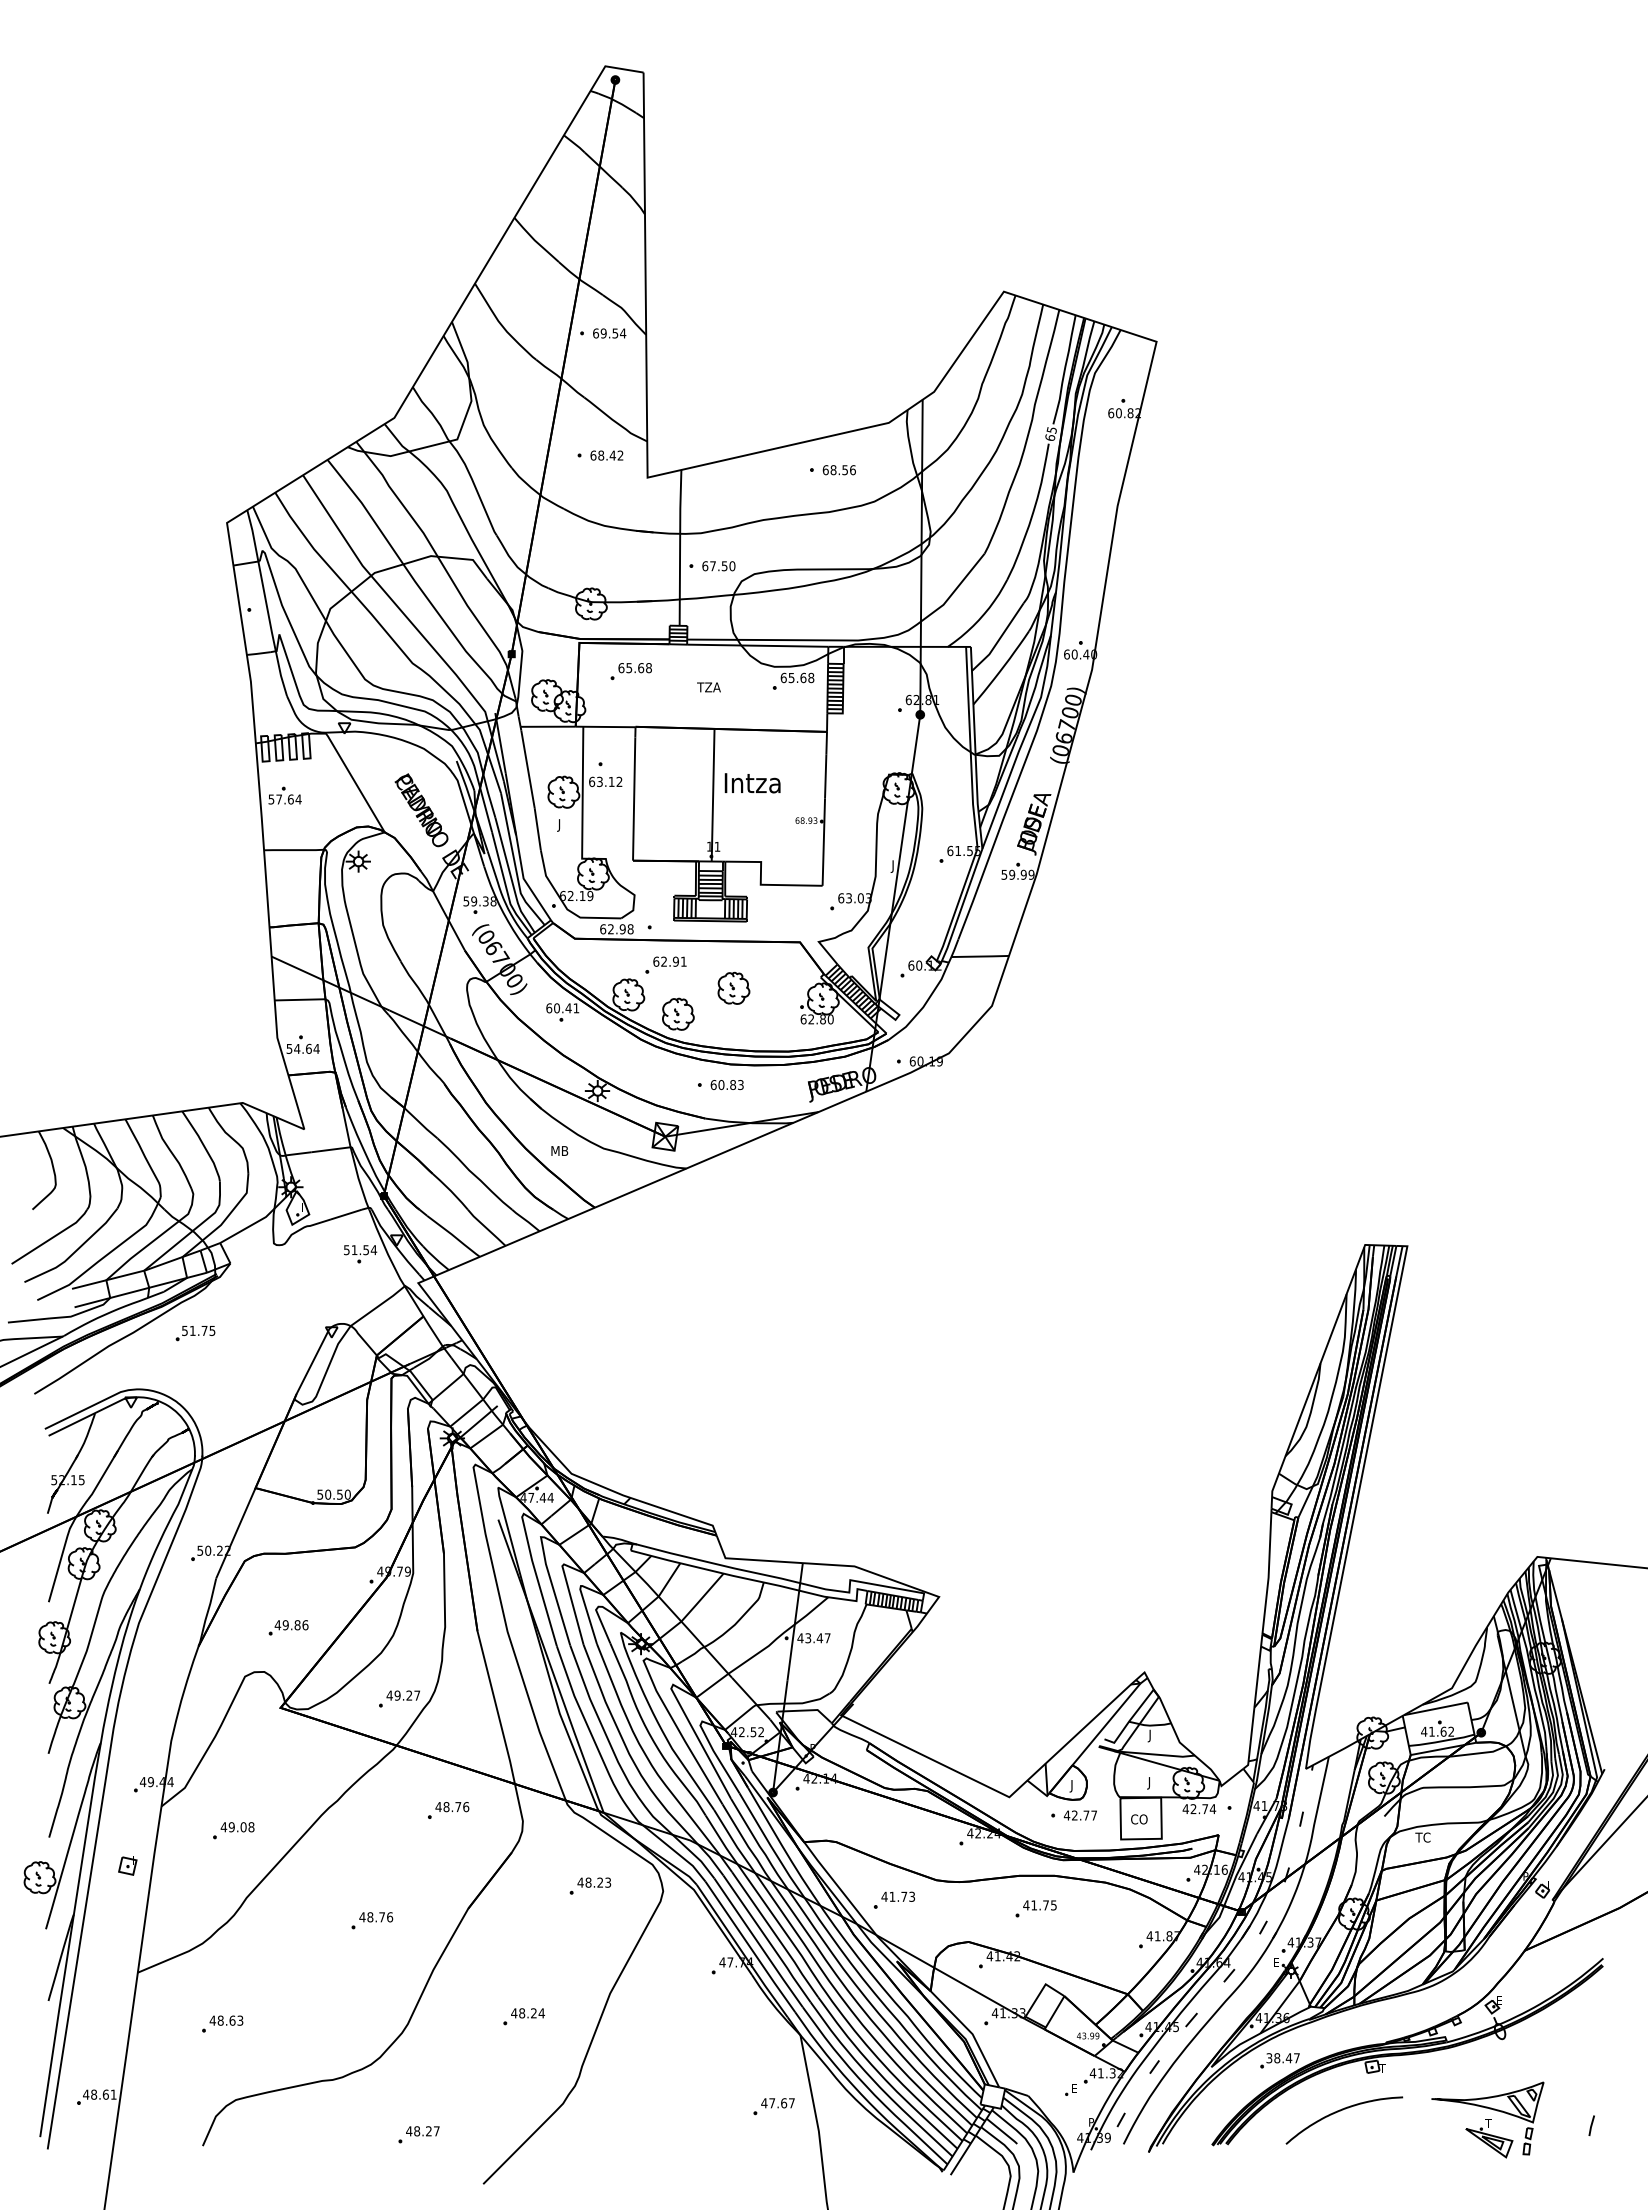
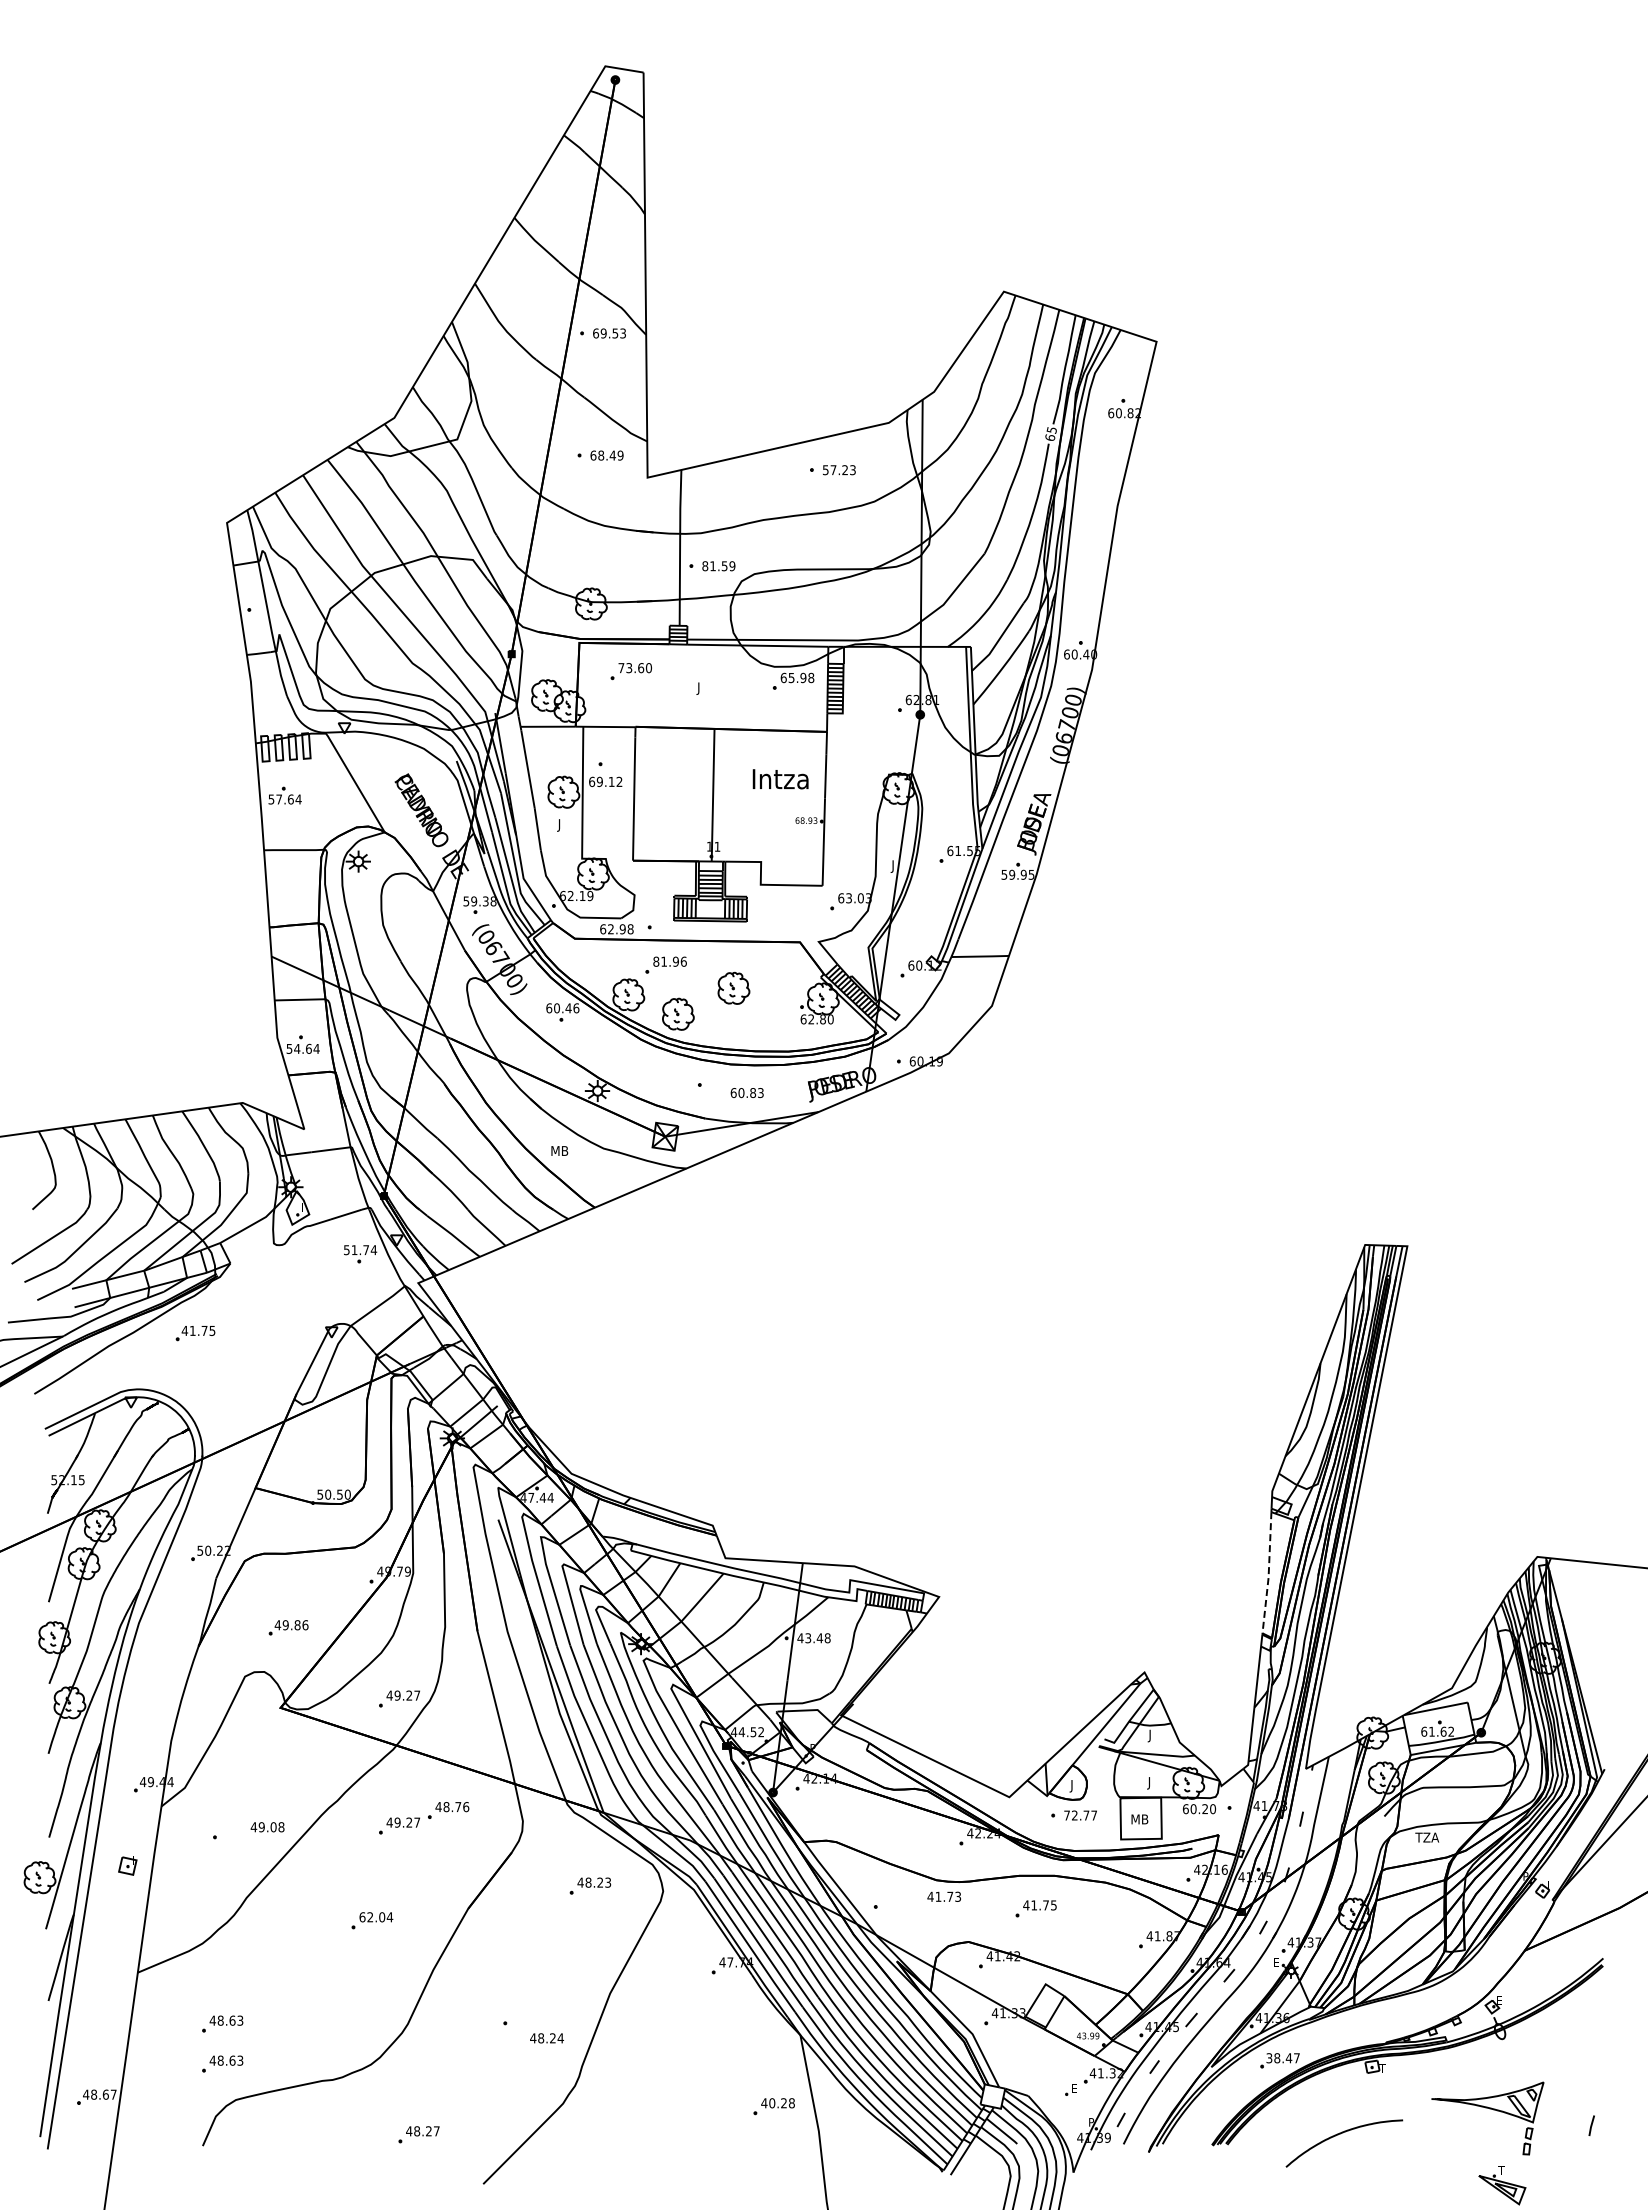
text at (623, 333): 69.54 -> 69.53
text at (620, 455): 68.42 -> 68.49
text at (838, 470): 68.56 -> 57.23
text at (718, 566): 67.50 -> 81.59
text at (634, 668): 65.68 -> 73.60
text at (803, 677): 65.68 -> 65.98
text at (708, 688): TZA -> J
text at (599, 781): 63.12 -> 69.12
text at (752, 783) position: (752, 783) -> (780, 779)
text at (1031, 874): 59.99 -> 59.95
text at (669, 961): 62.91 -> 81.96
text at (576, 1008): 60.41 -> 60.46
text at (726, 1085) position: (726, 1085) -> (746, 1093)
text at (365, 1250): 51.54 -> 51.74
text at (184, 1331): 51.75 -> 41.75
line at (1268, 1574): solid -> dashed
text at (827, 1638): 43.47 -> 43.48
text at (1424, 1731): 41.62 -> 61.62
text at (741, 1732): 42.52 -> 44.52
text at (1199, 1809): 42.74 -> 60.20
text at (1066, 1815): 42.77 -> 72.77
text at (1139, 1819): CO -> MB
part at (399, 1825): none -> present
text at (237, 1827) position: (237, 1827) -> (267, 1827)
text at (1431, 1837): TC -> TZA
text at (897, 1896) position: (897, 1896) -> (943, 1896)
text at (376, 1917): 48.76 -> 62.04
text at (527, 2013) position: (527, 2013) -> (546, 2038)
part at (222, 2063): none -> present
text at (113, 2094): 48.61 -> 48.67
text at (781, 2103): 47.67 -> 40.28
curve at (1340, 2111) position: (1340, 2111) -> (1340, 2134)
part at (1489, 2138) position: (1489, 2138) -> (1502, 2185)
